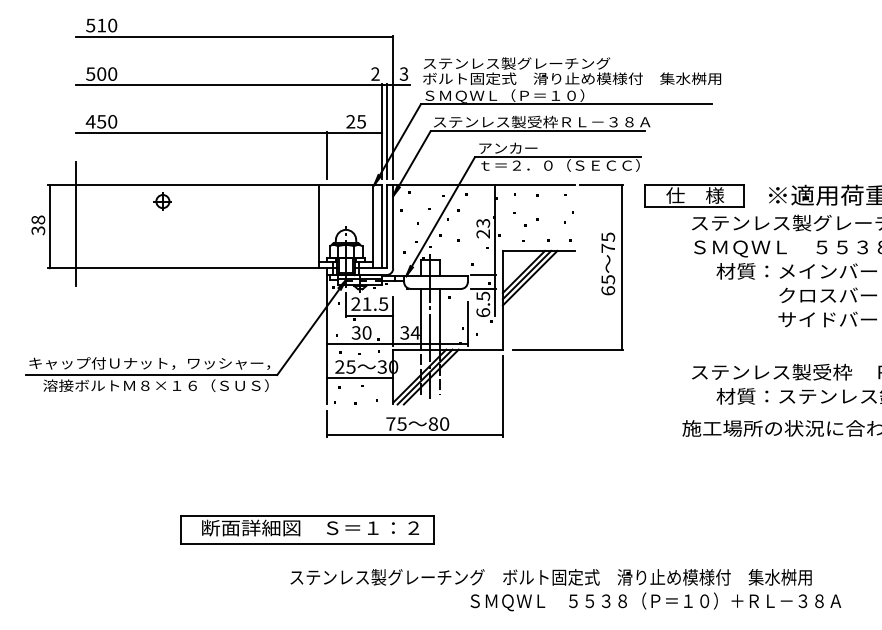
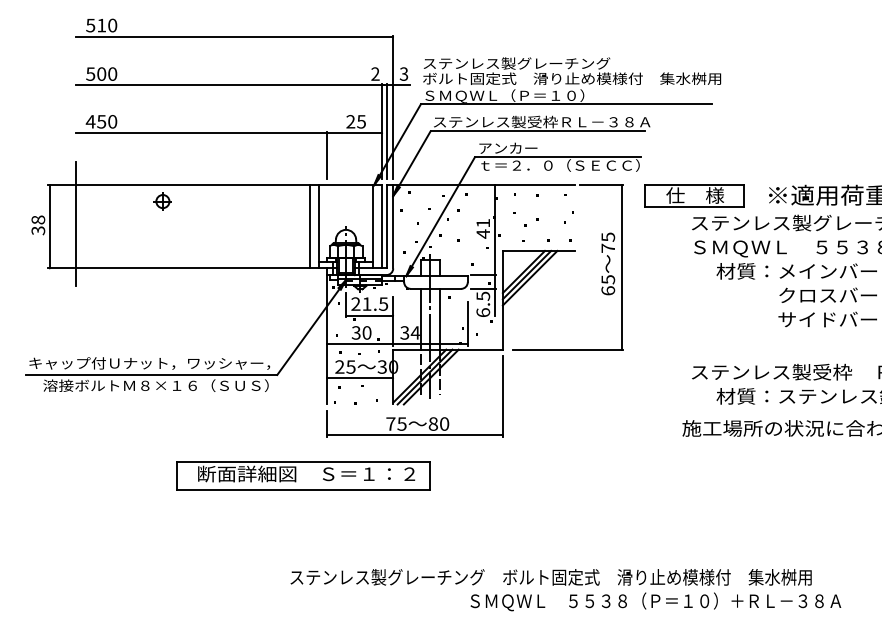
line at (309, 226): none -> present
text at (483, 228): 23 -> 41
part at (307, 529) position: (307, 529) -> (303, 475)
